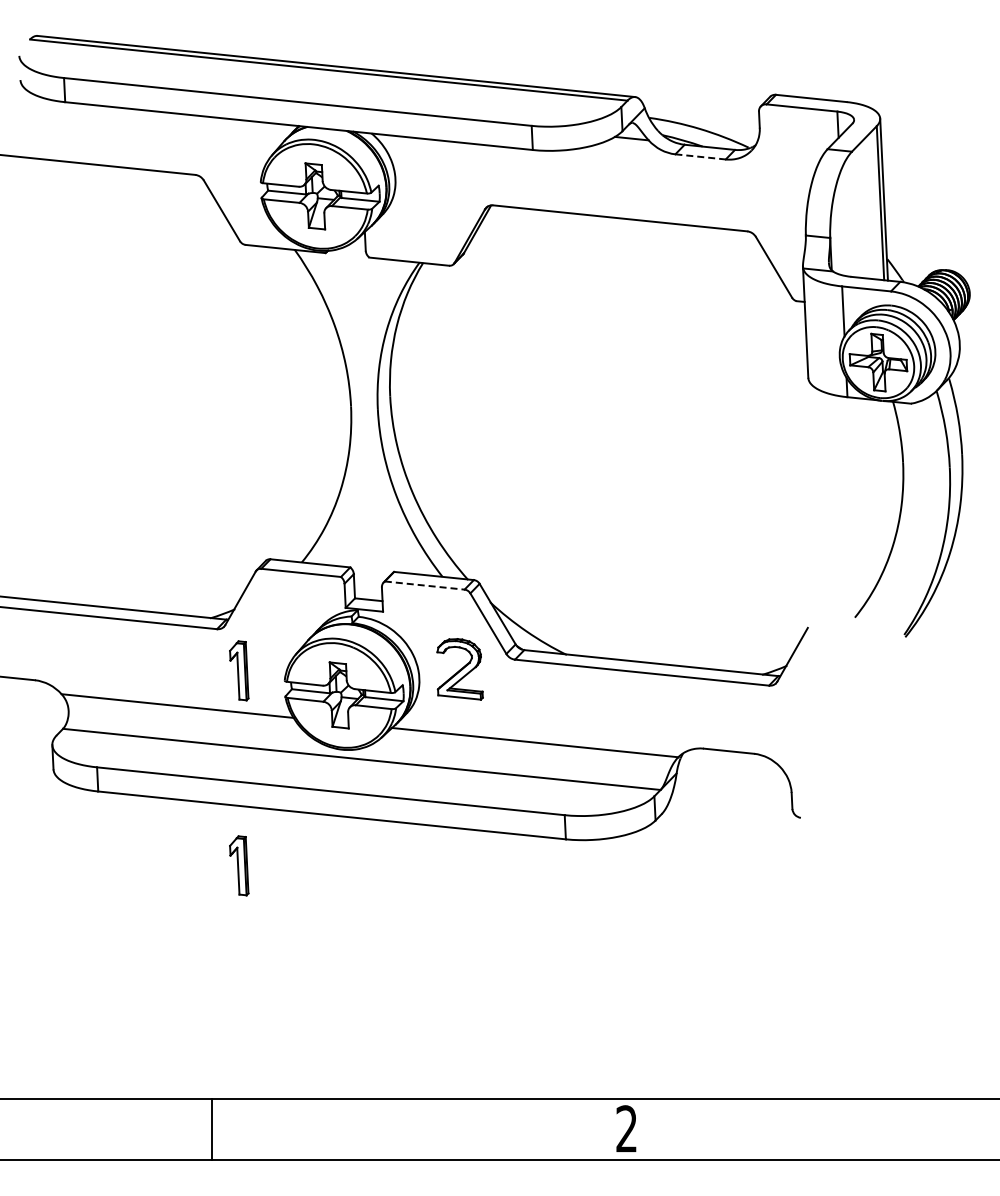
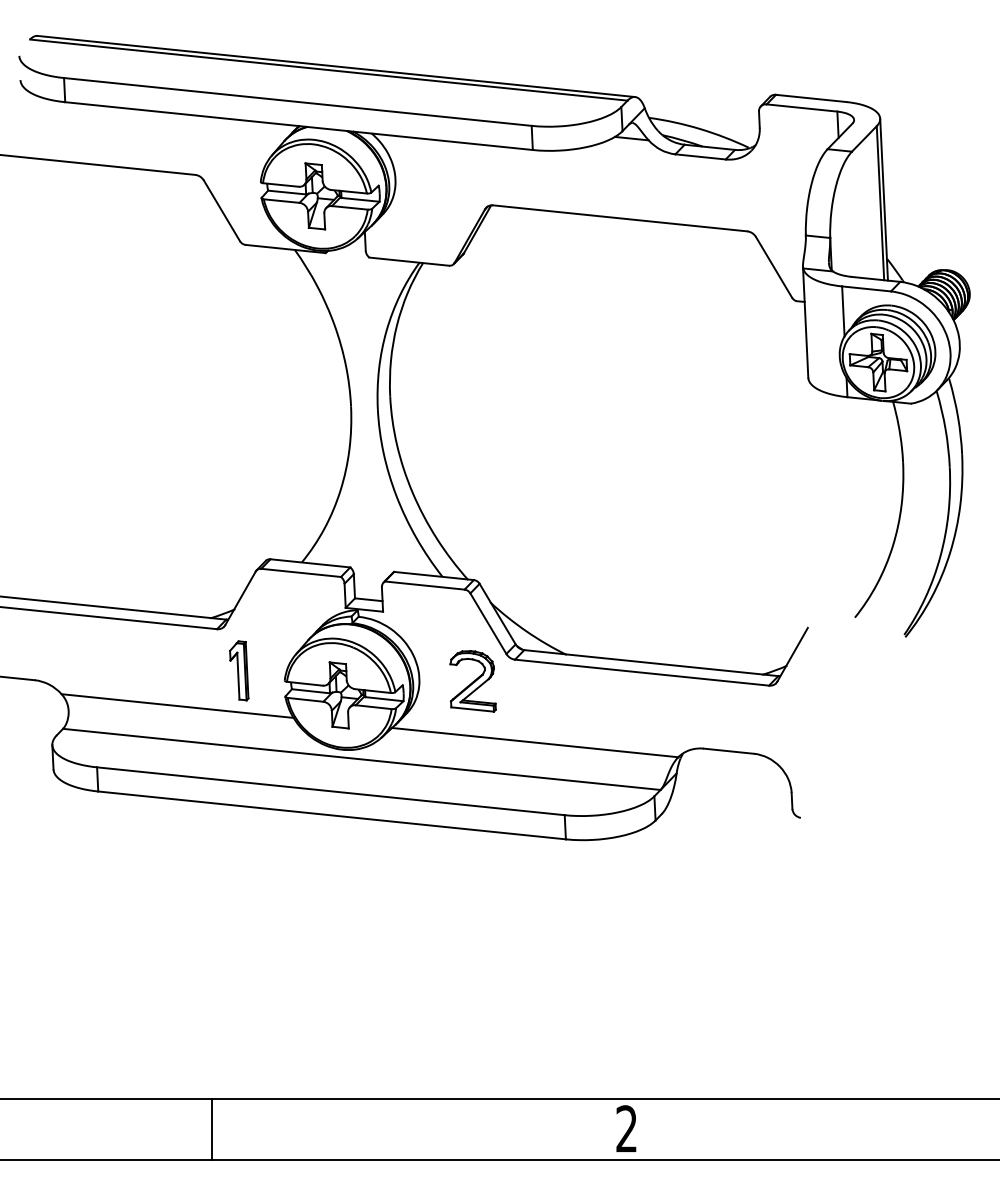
line at (701, 156): dashed -> solid
line at (425, 585): dashed -> solid
part at (459, 669) position: (459, 669) -> (472, 681)
part at (239, 865): present -> none
